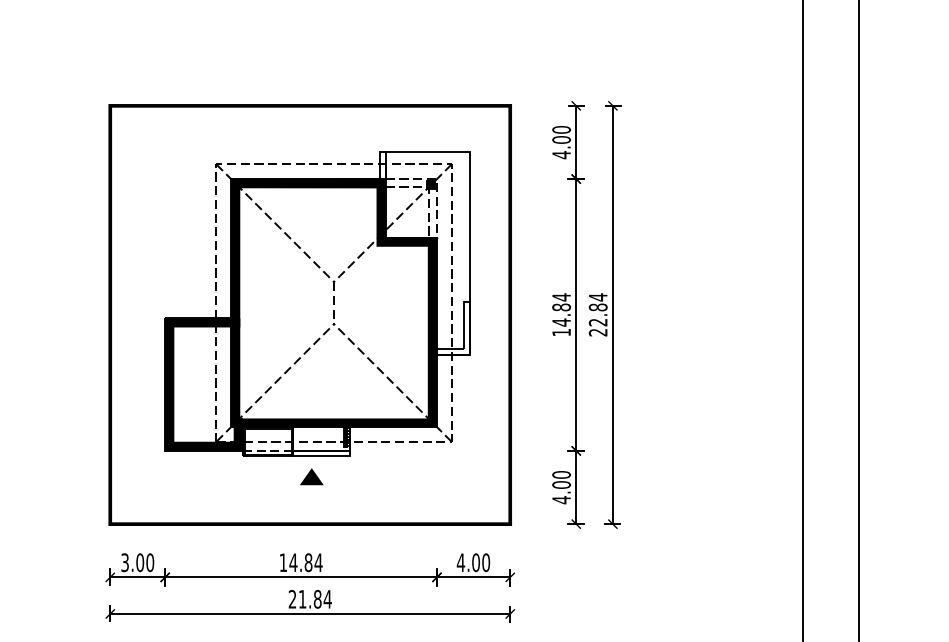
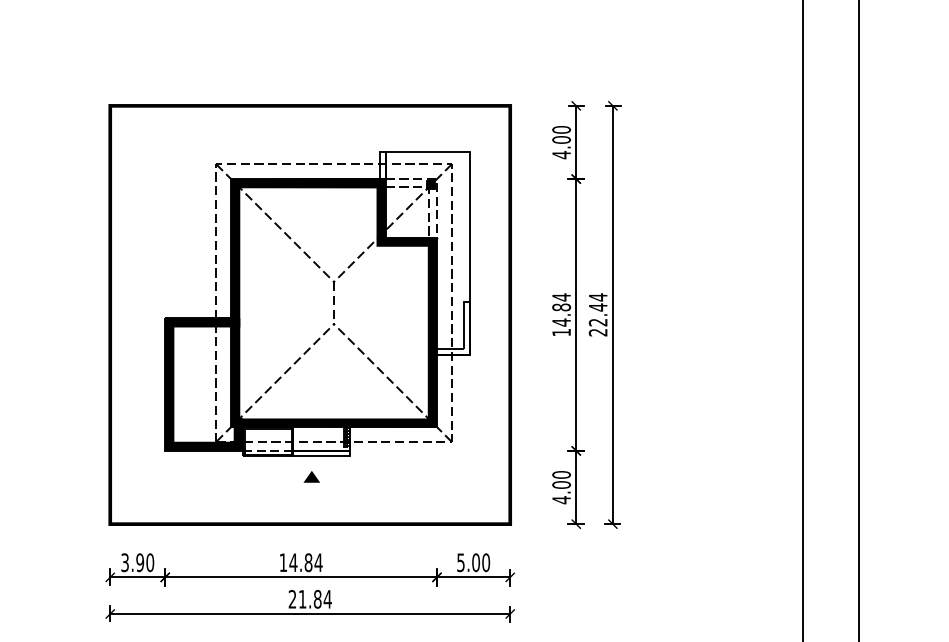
text at (597, 307): 22.84 -> 22.44
part at (311, 476) size: 24x18 px -> 17x12 px
text at (139, 562): 3.00 -> 3.90
text at (460, 562): 4.00 -> 5.00
